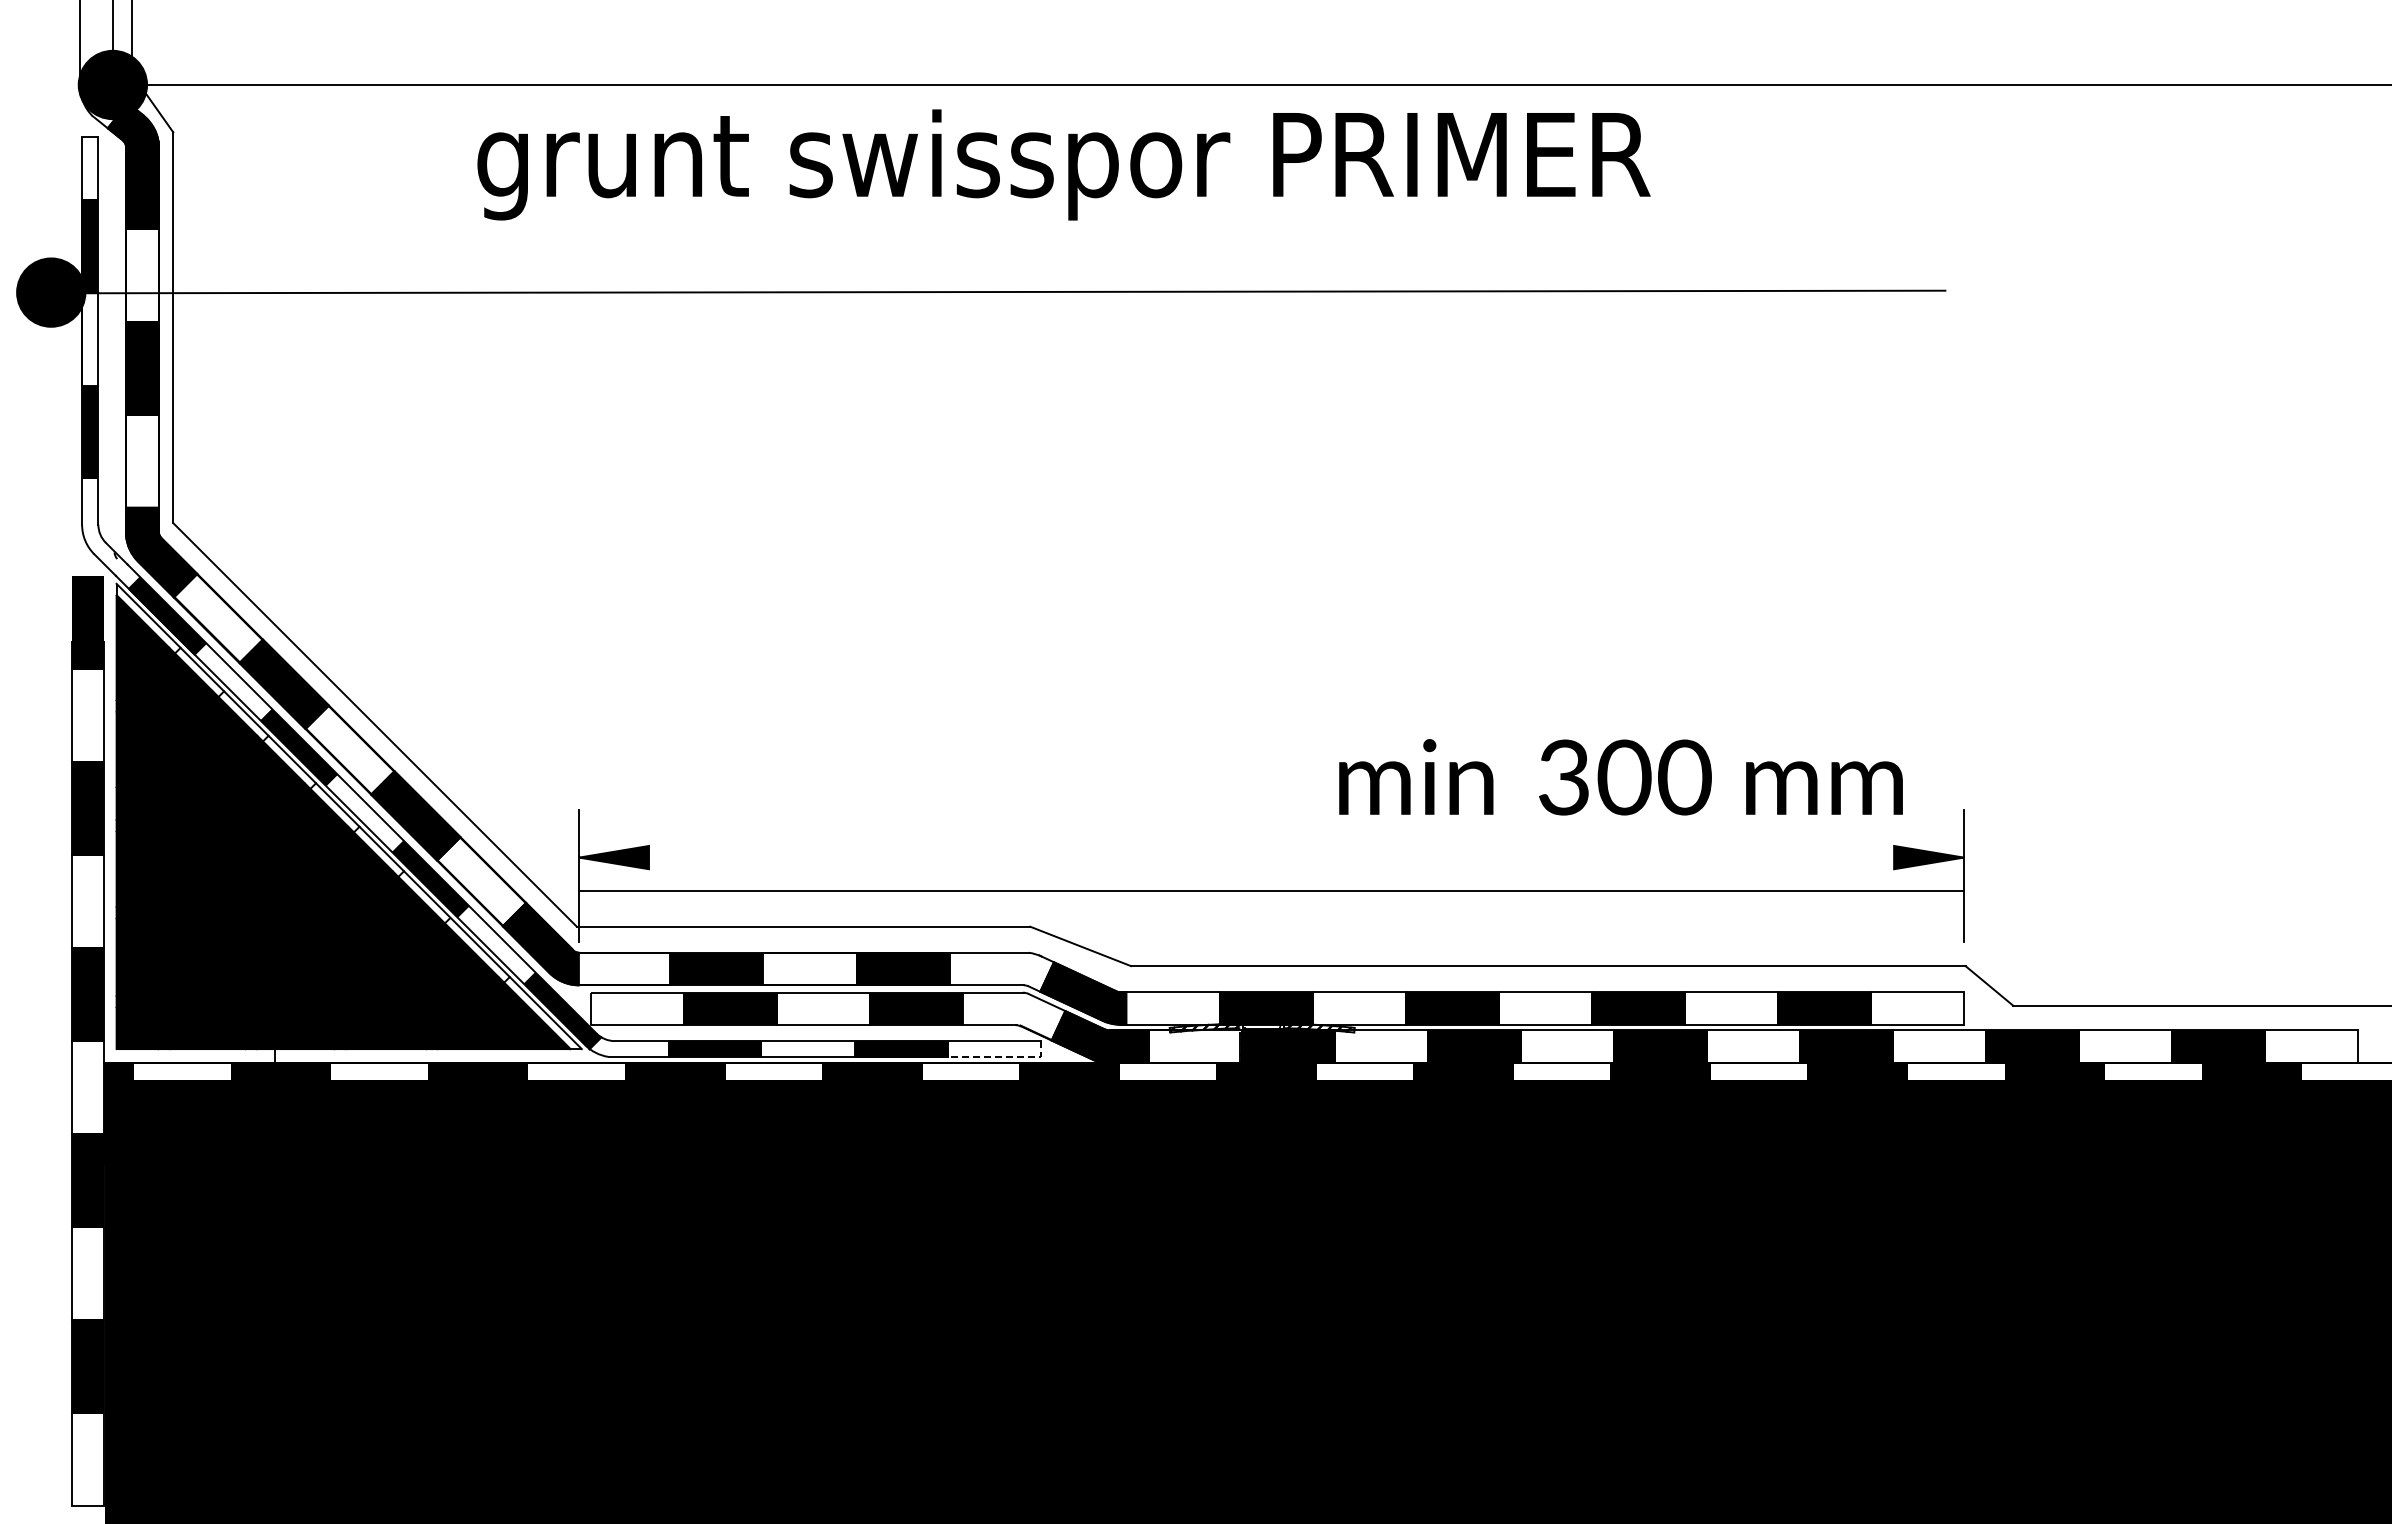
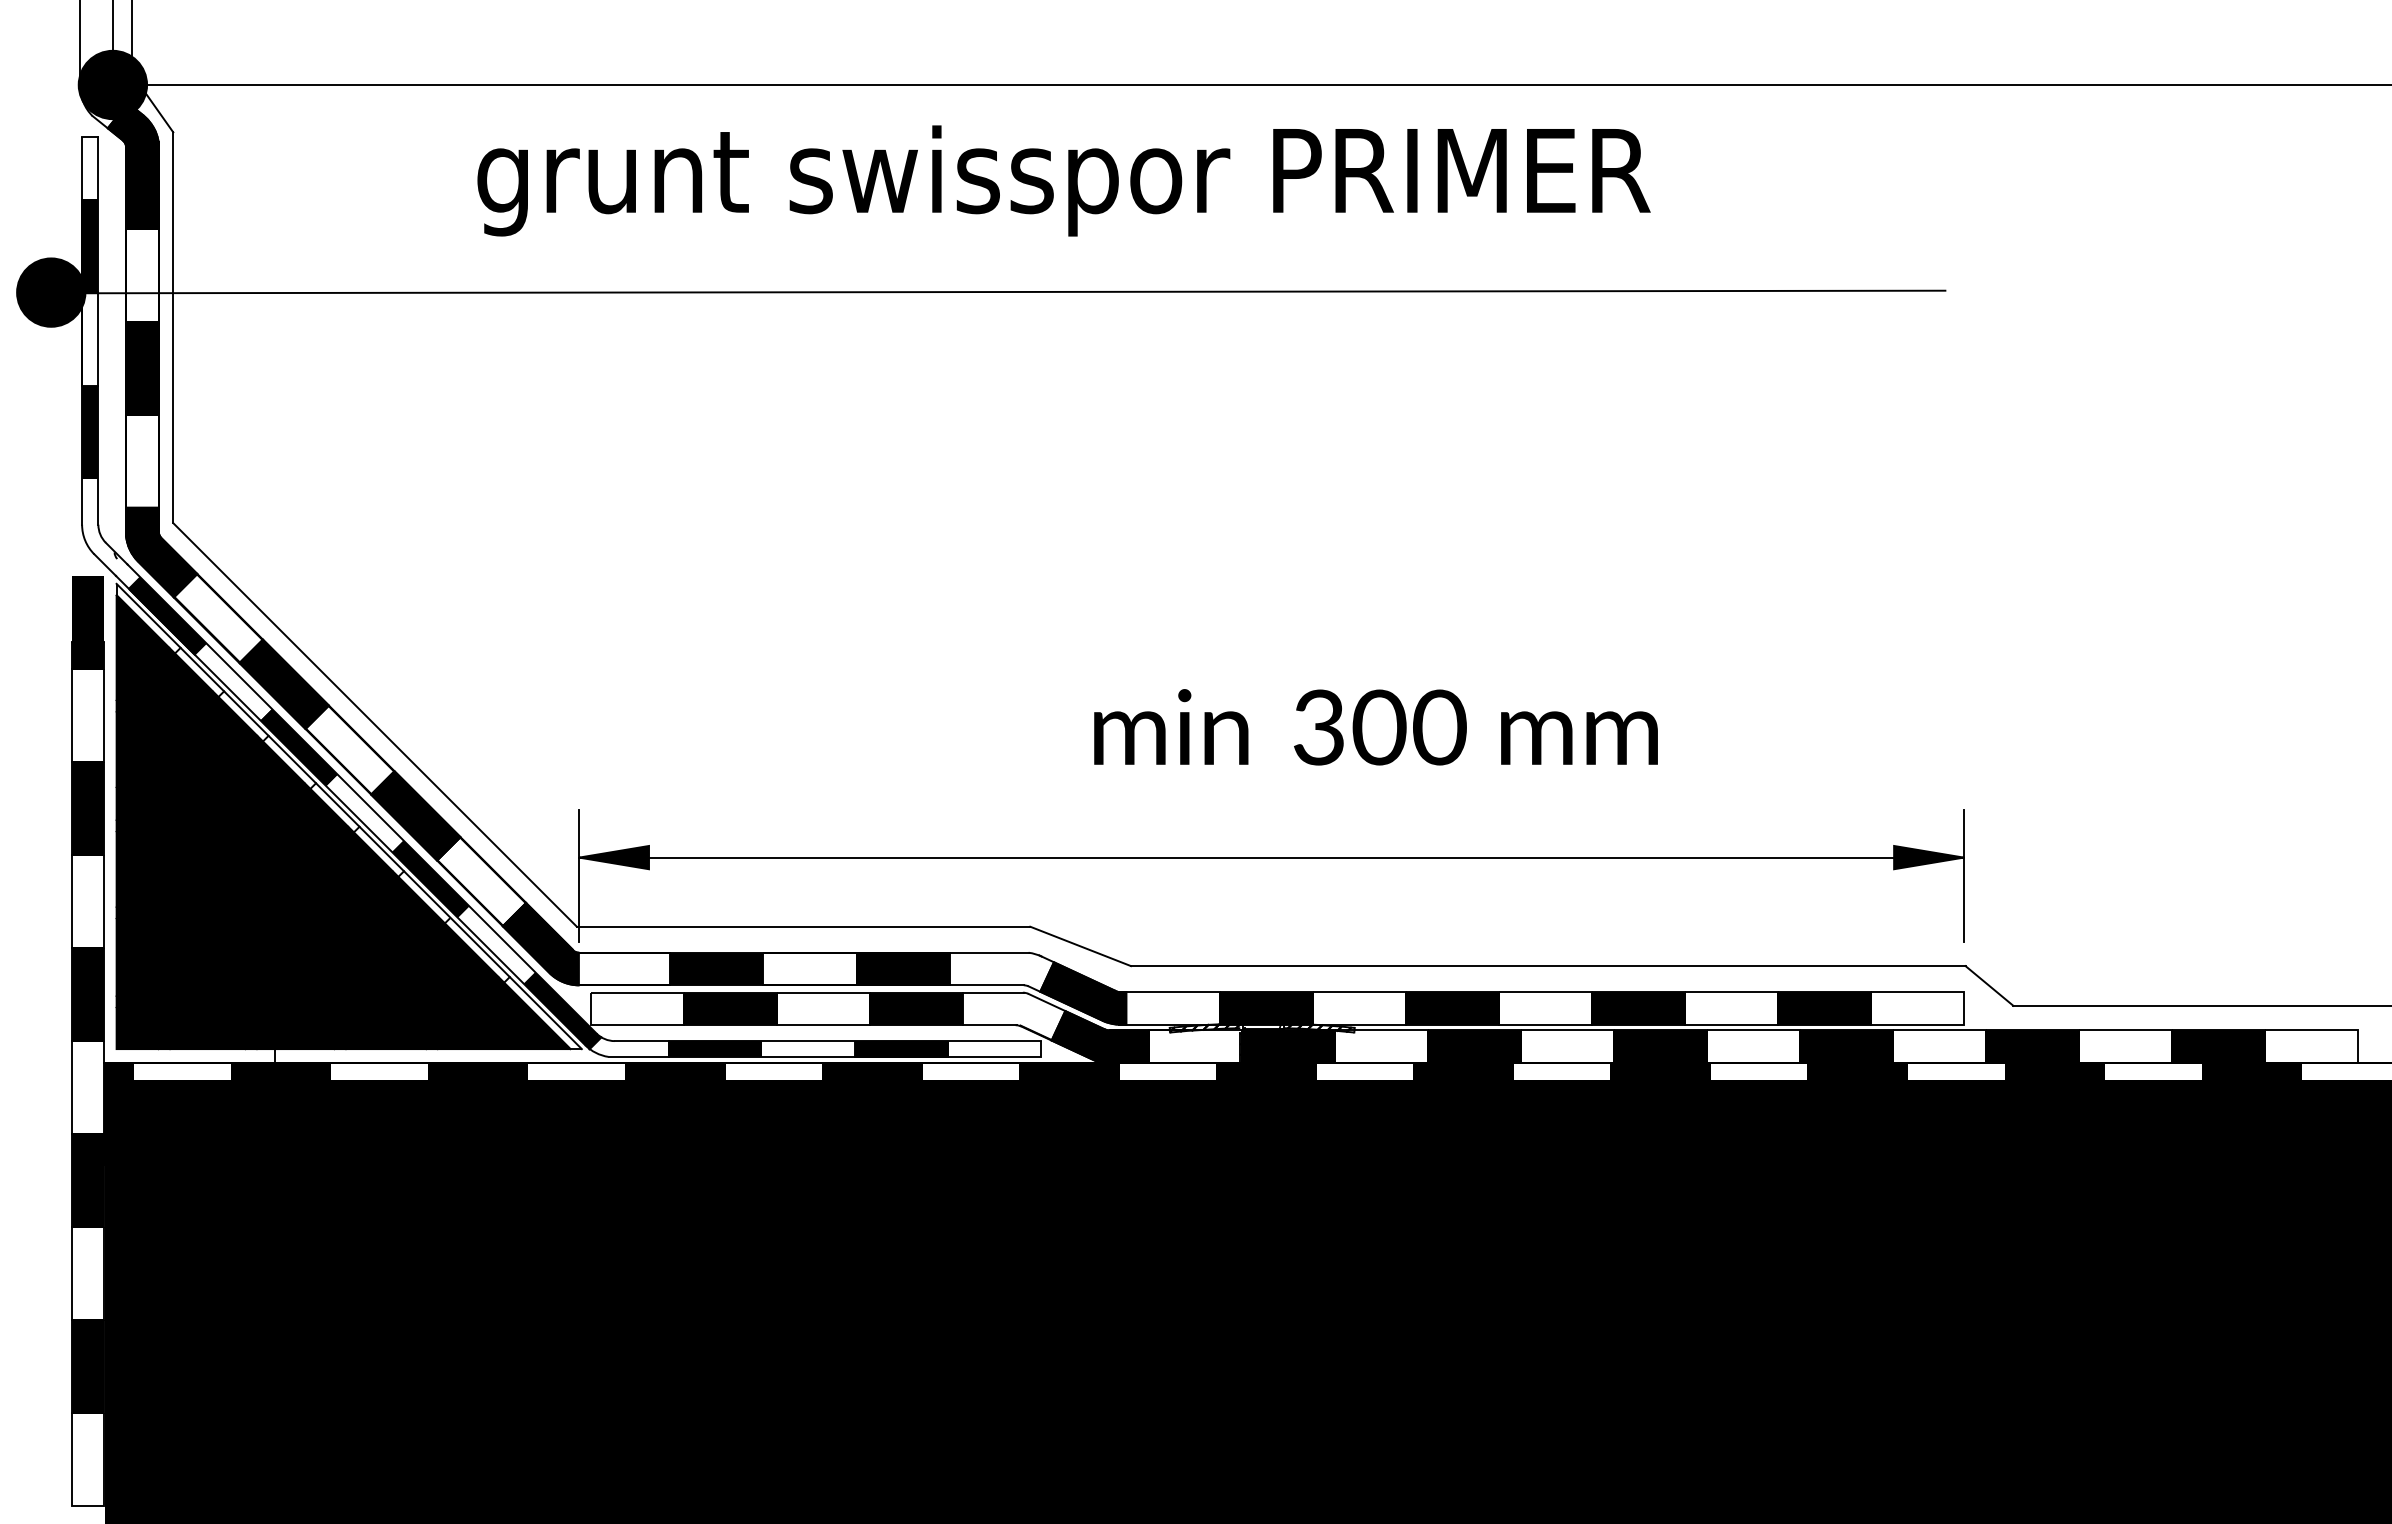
text at (1063, 164) position: (1063, 164) -> (1063, 180)
text at (1620, 777) position: (1620, 777) -> (1375, 727)
line at (1271, 890) position: (1271, 890) -> (1271, 857)
line at (994, 1056): dashed -> solid
